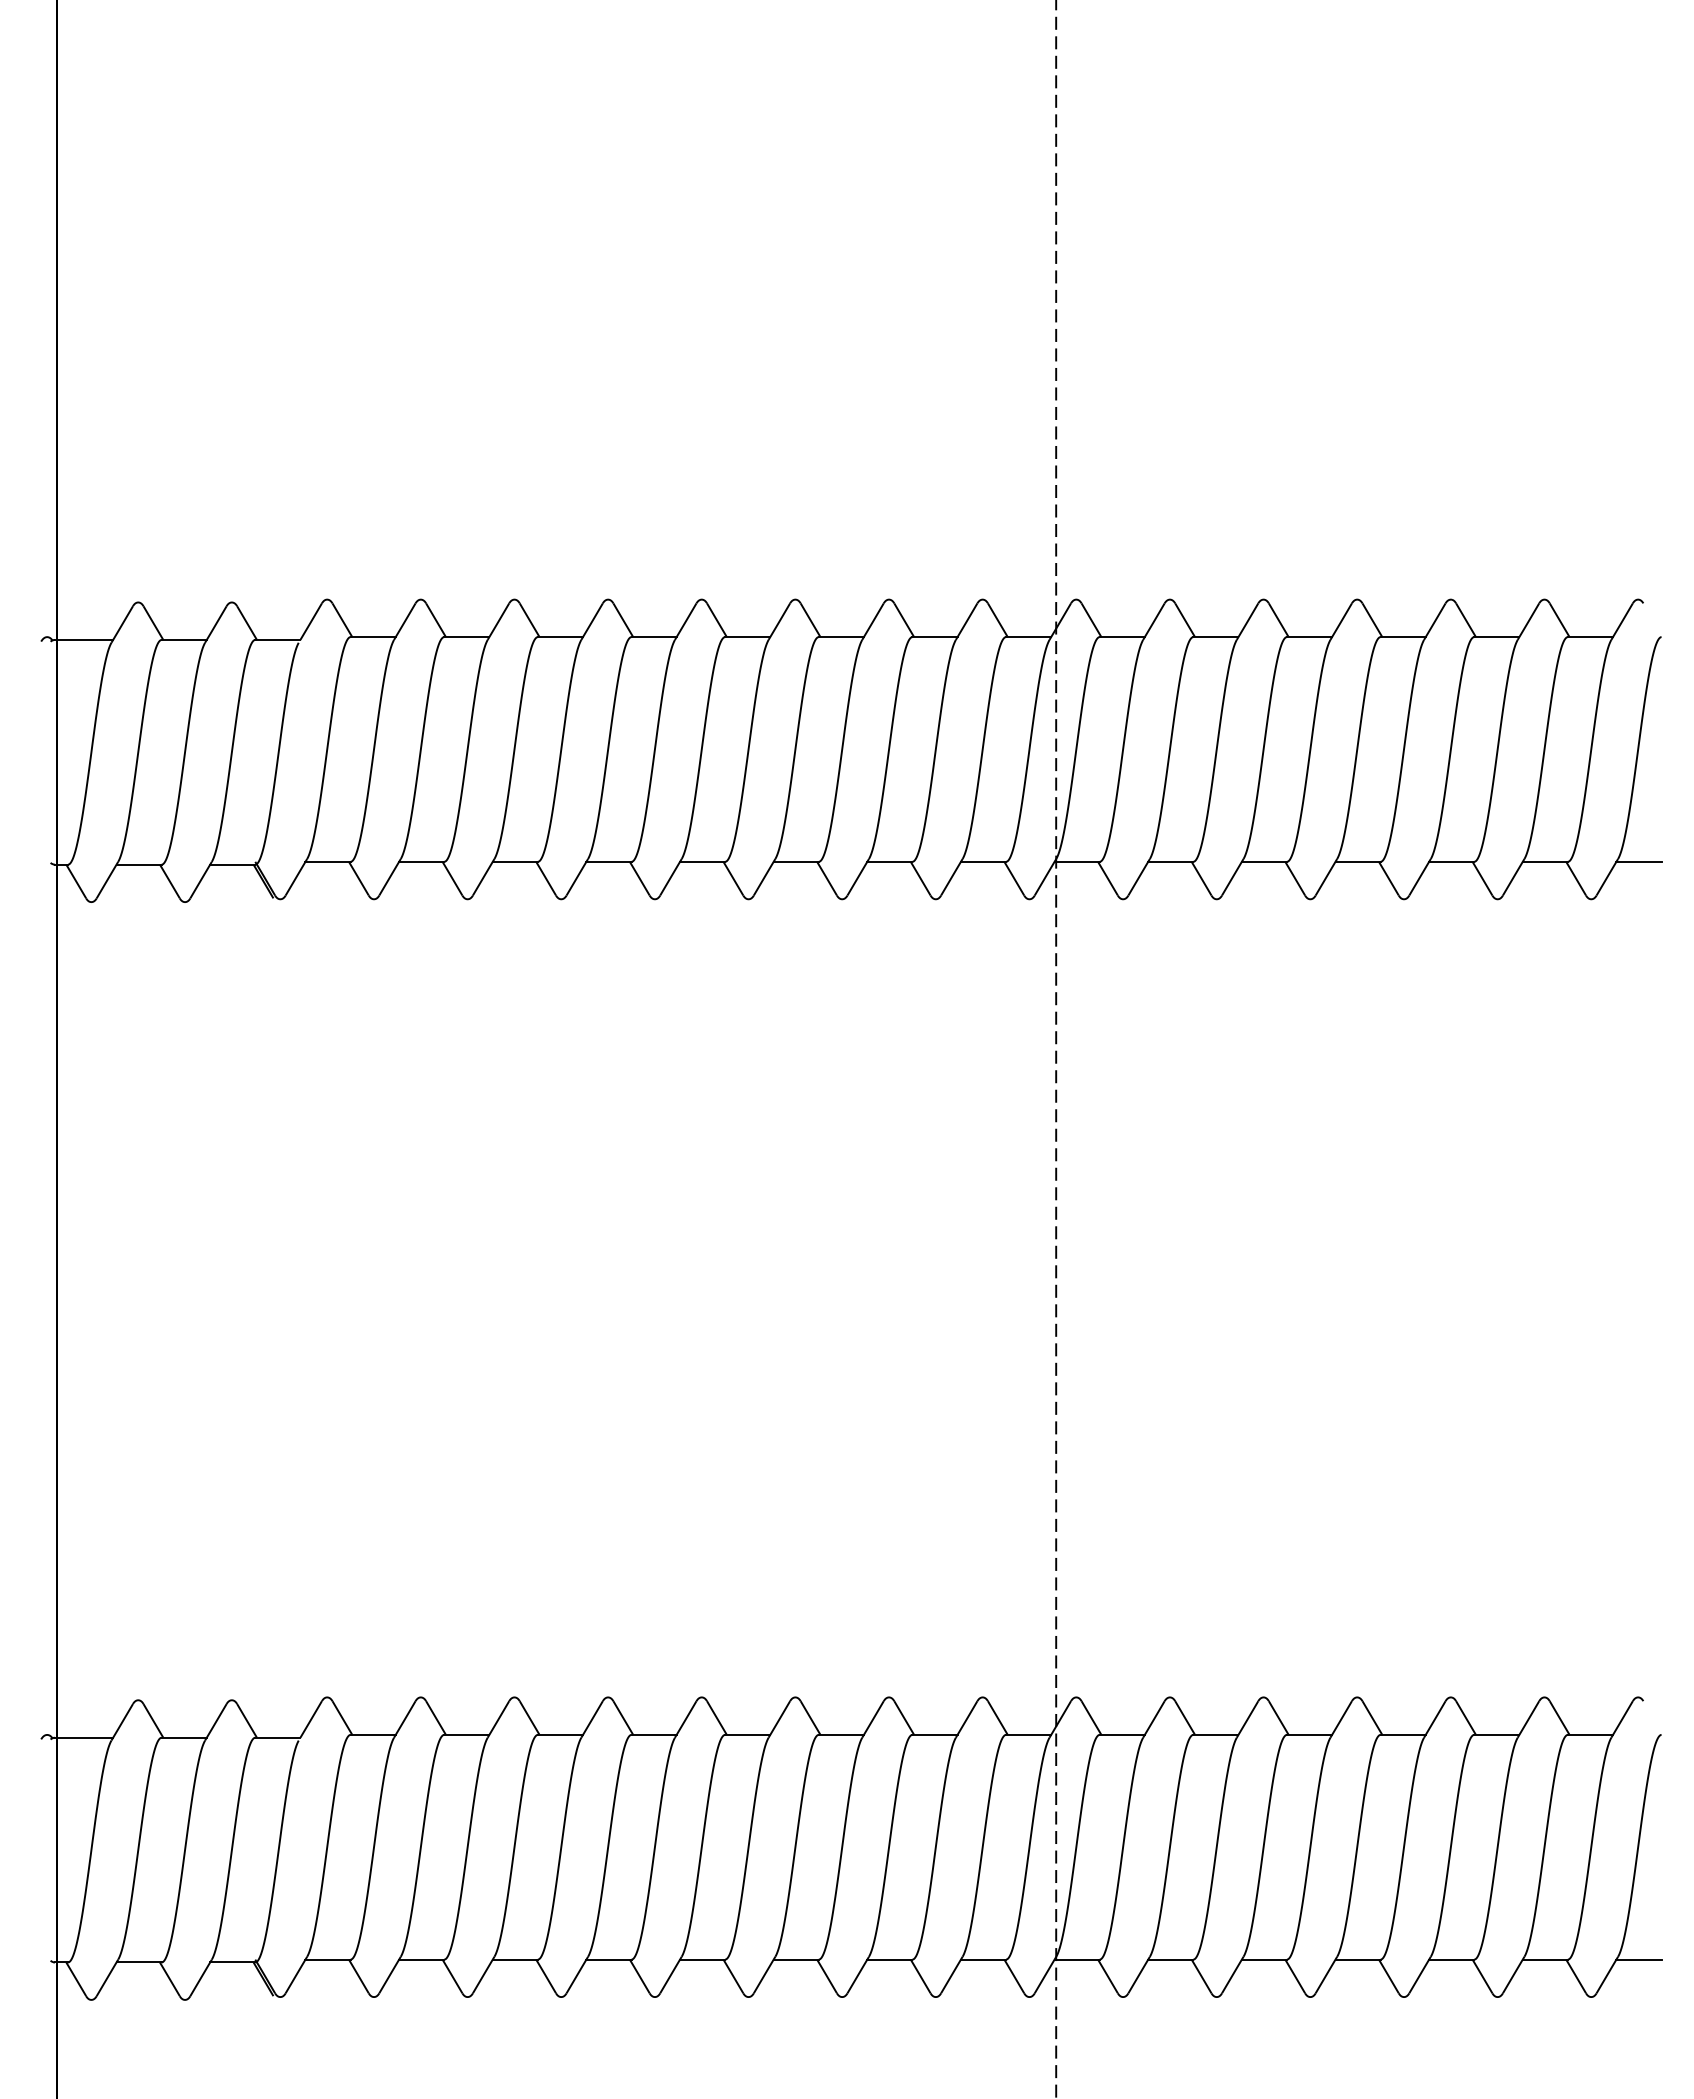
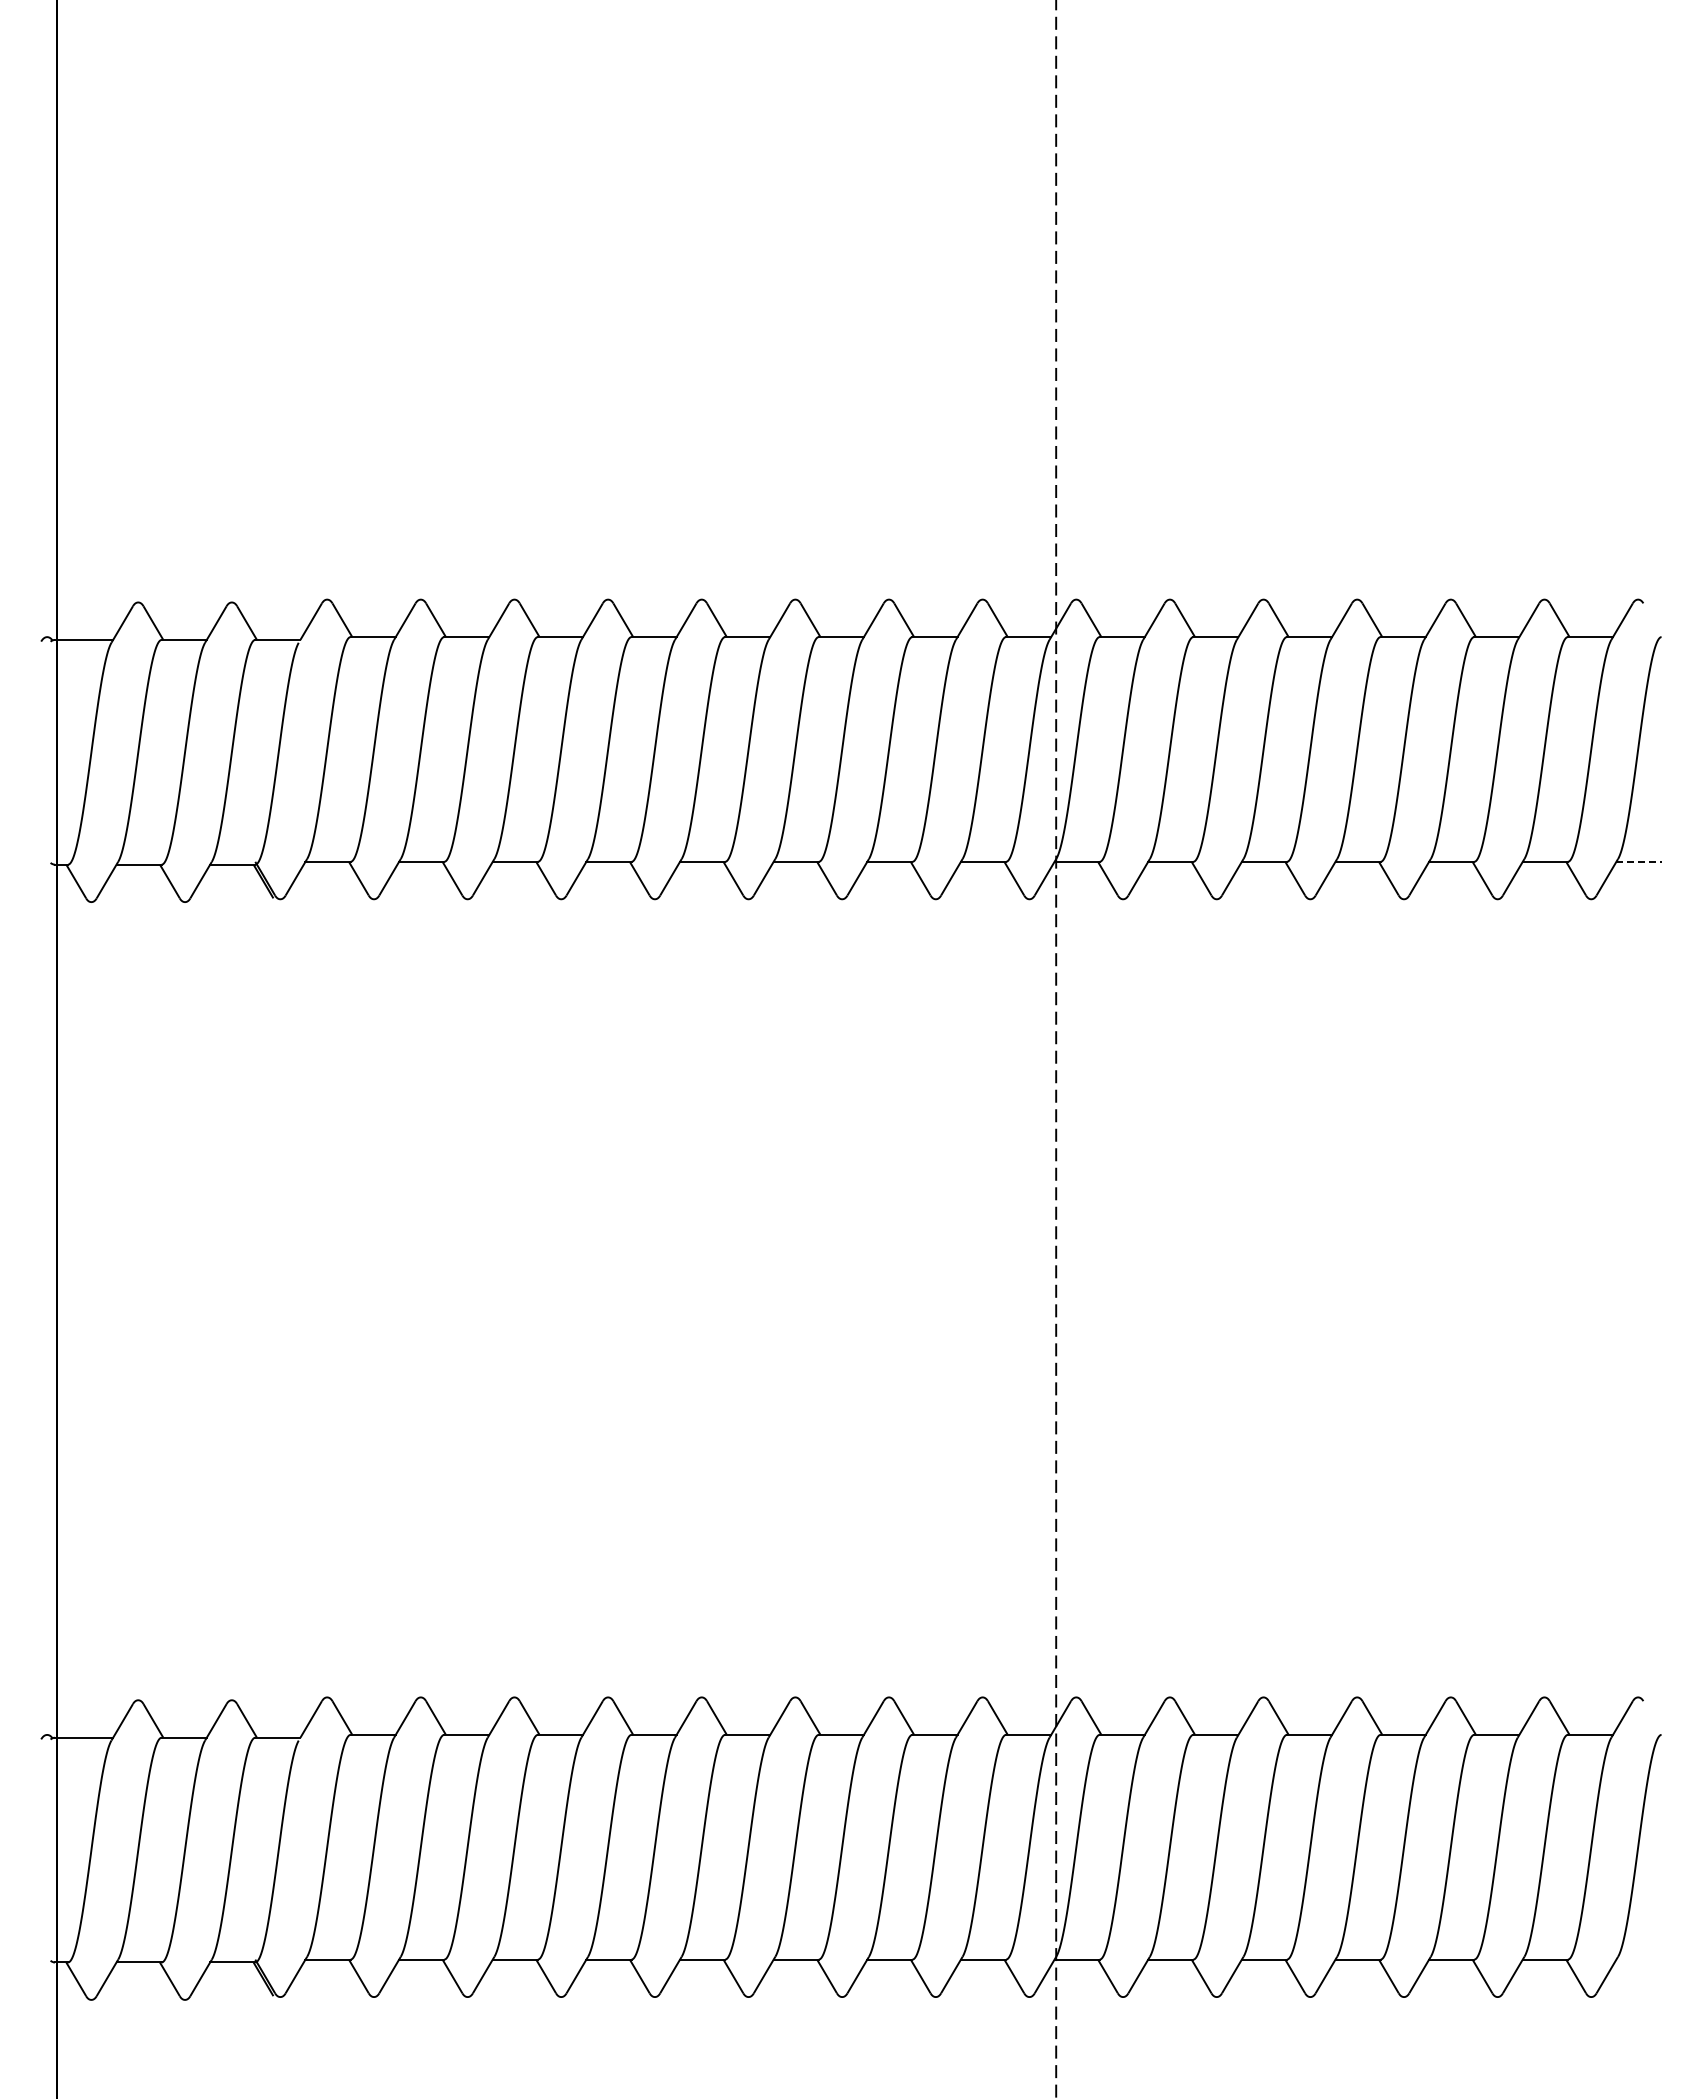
line at (1638, 861): solid -> dashed
line at (1638, 1959): present -> none
